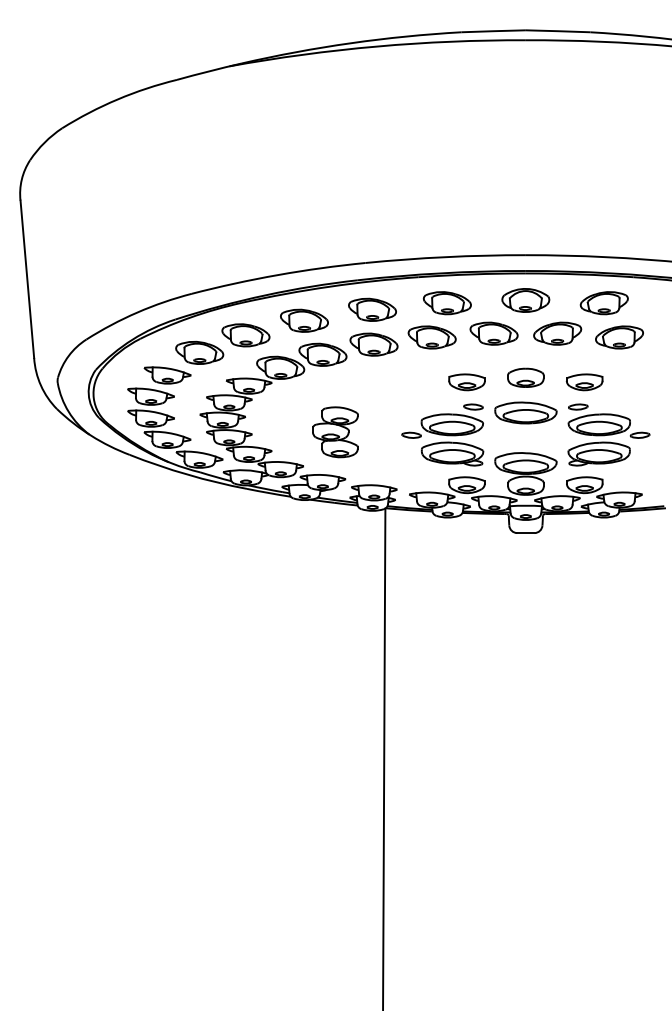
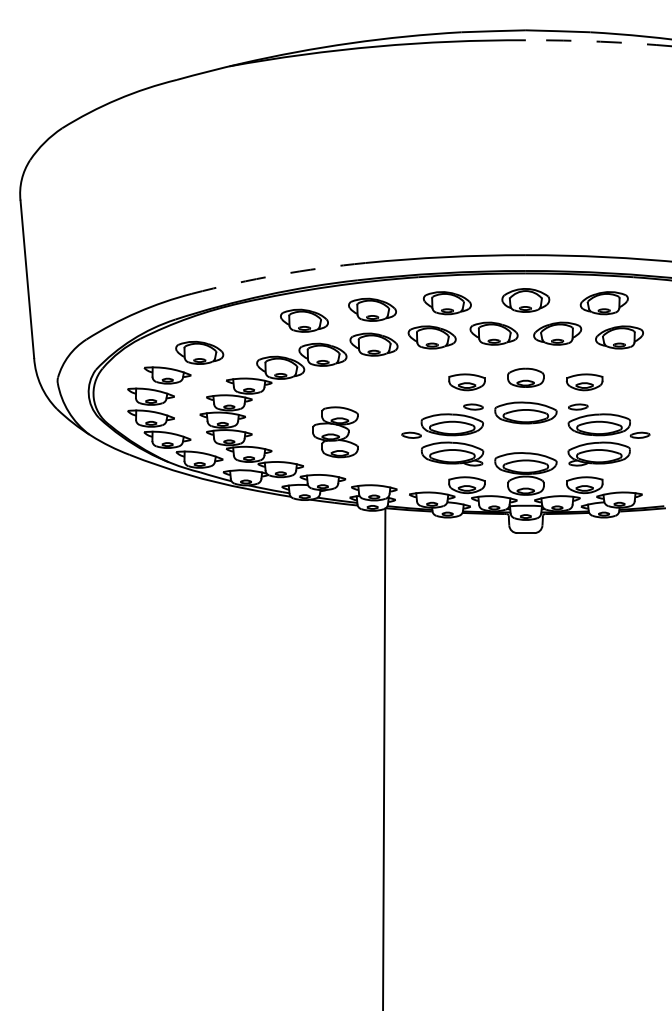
arc at (599, 41): solid -> dashed
arc at (278, 275): solid -> dashed
part at (245, 335): present -> none
